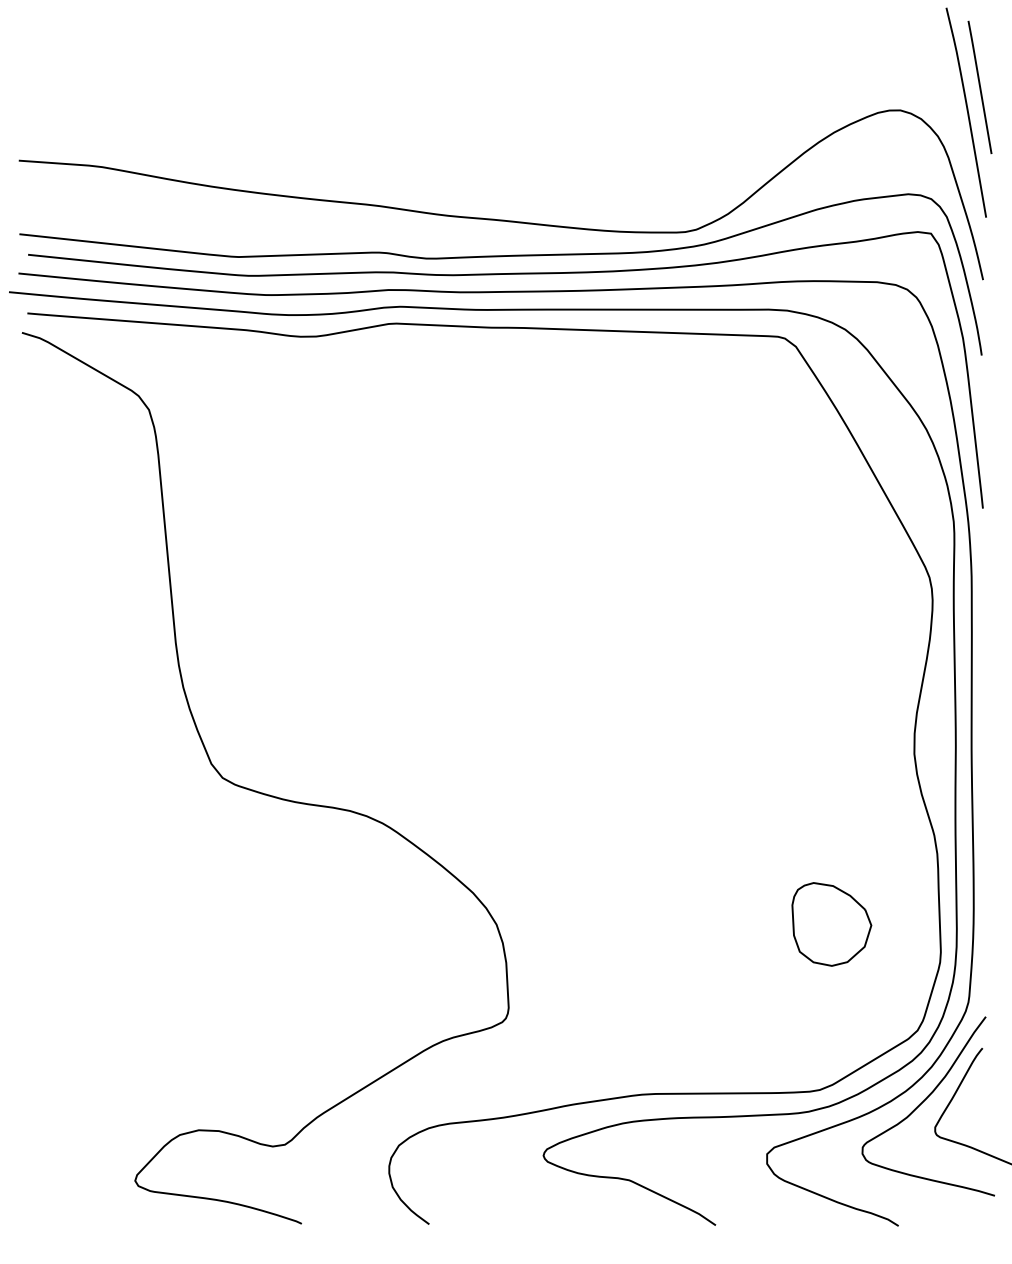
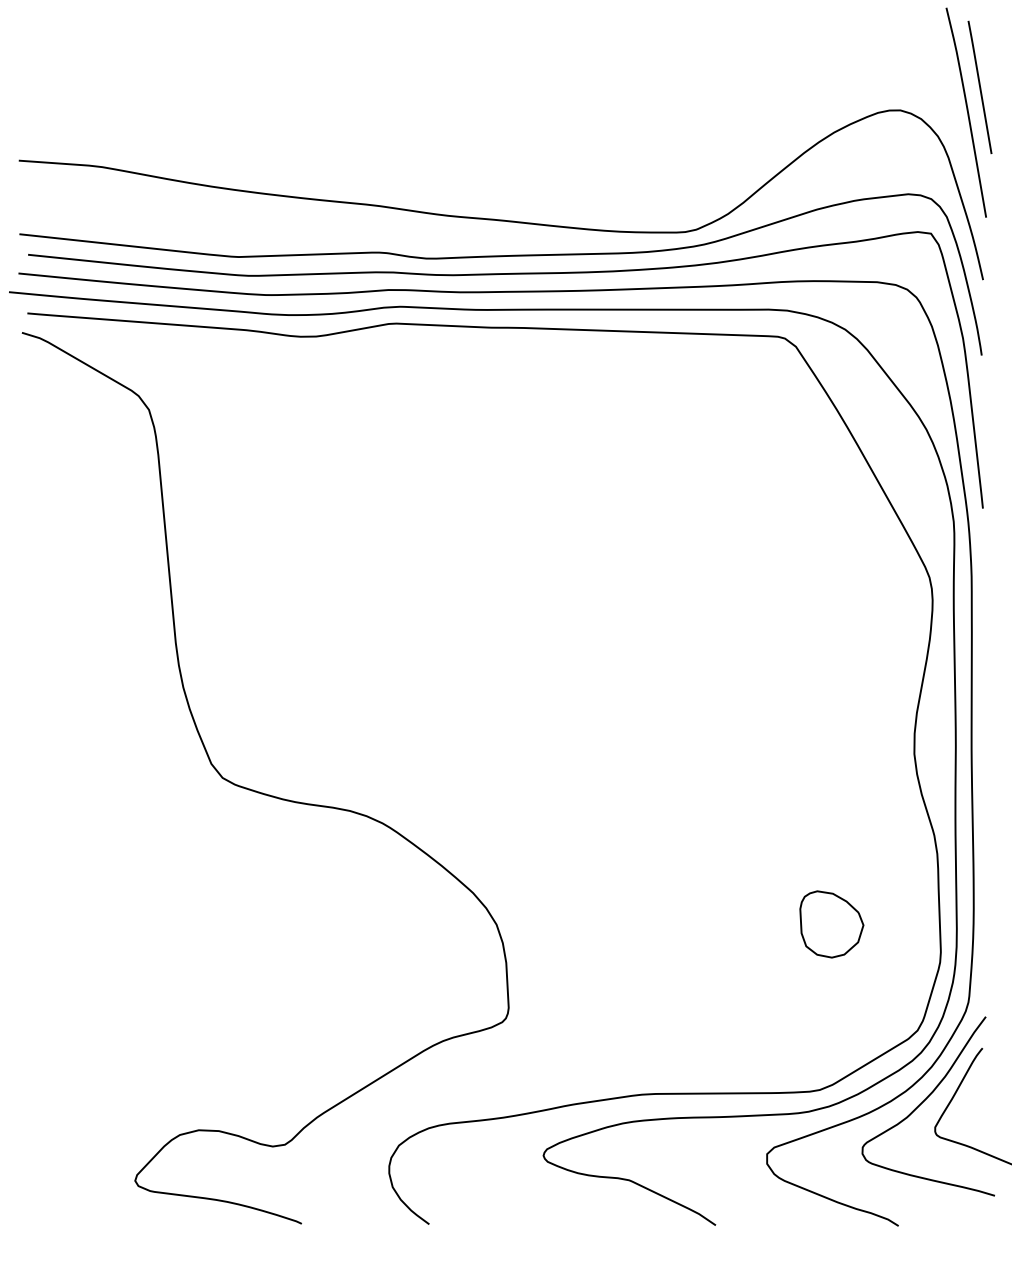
part at (831, 924) size: 82x85 px -> 66x69 px
